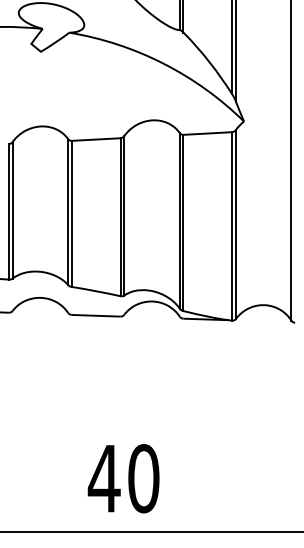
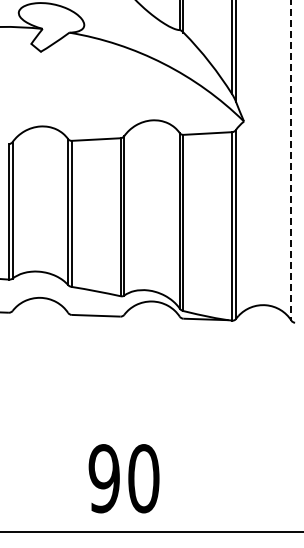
line at (291, 160): solid -> dashed
text at (103, 478): 40 -> 90
